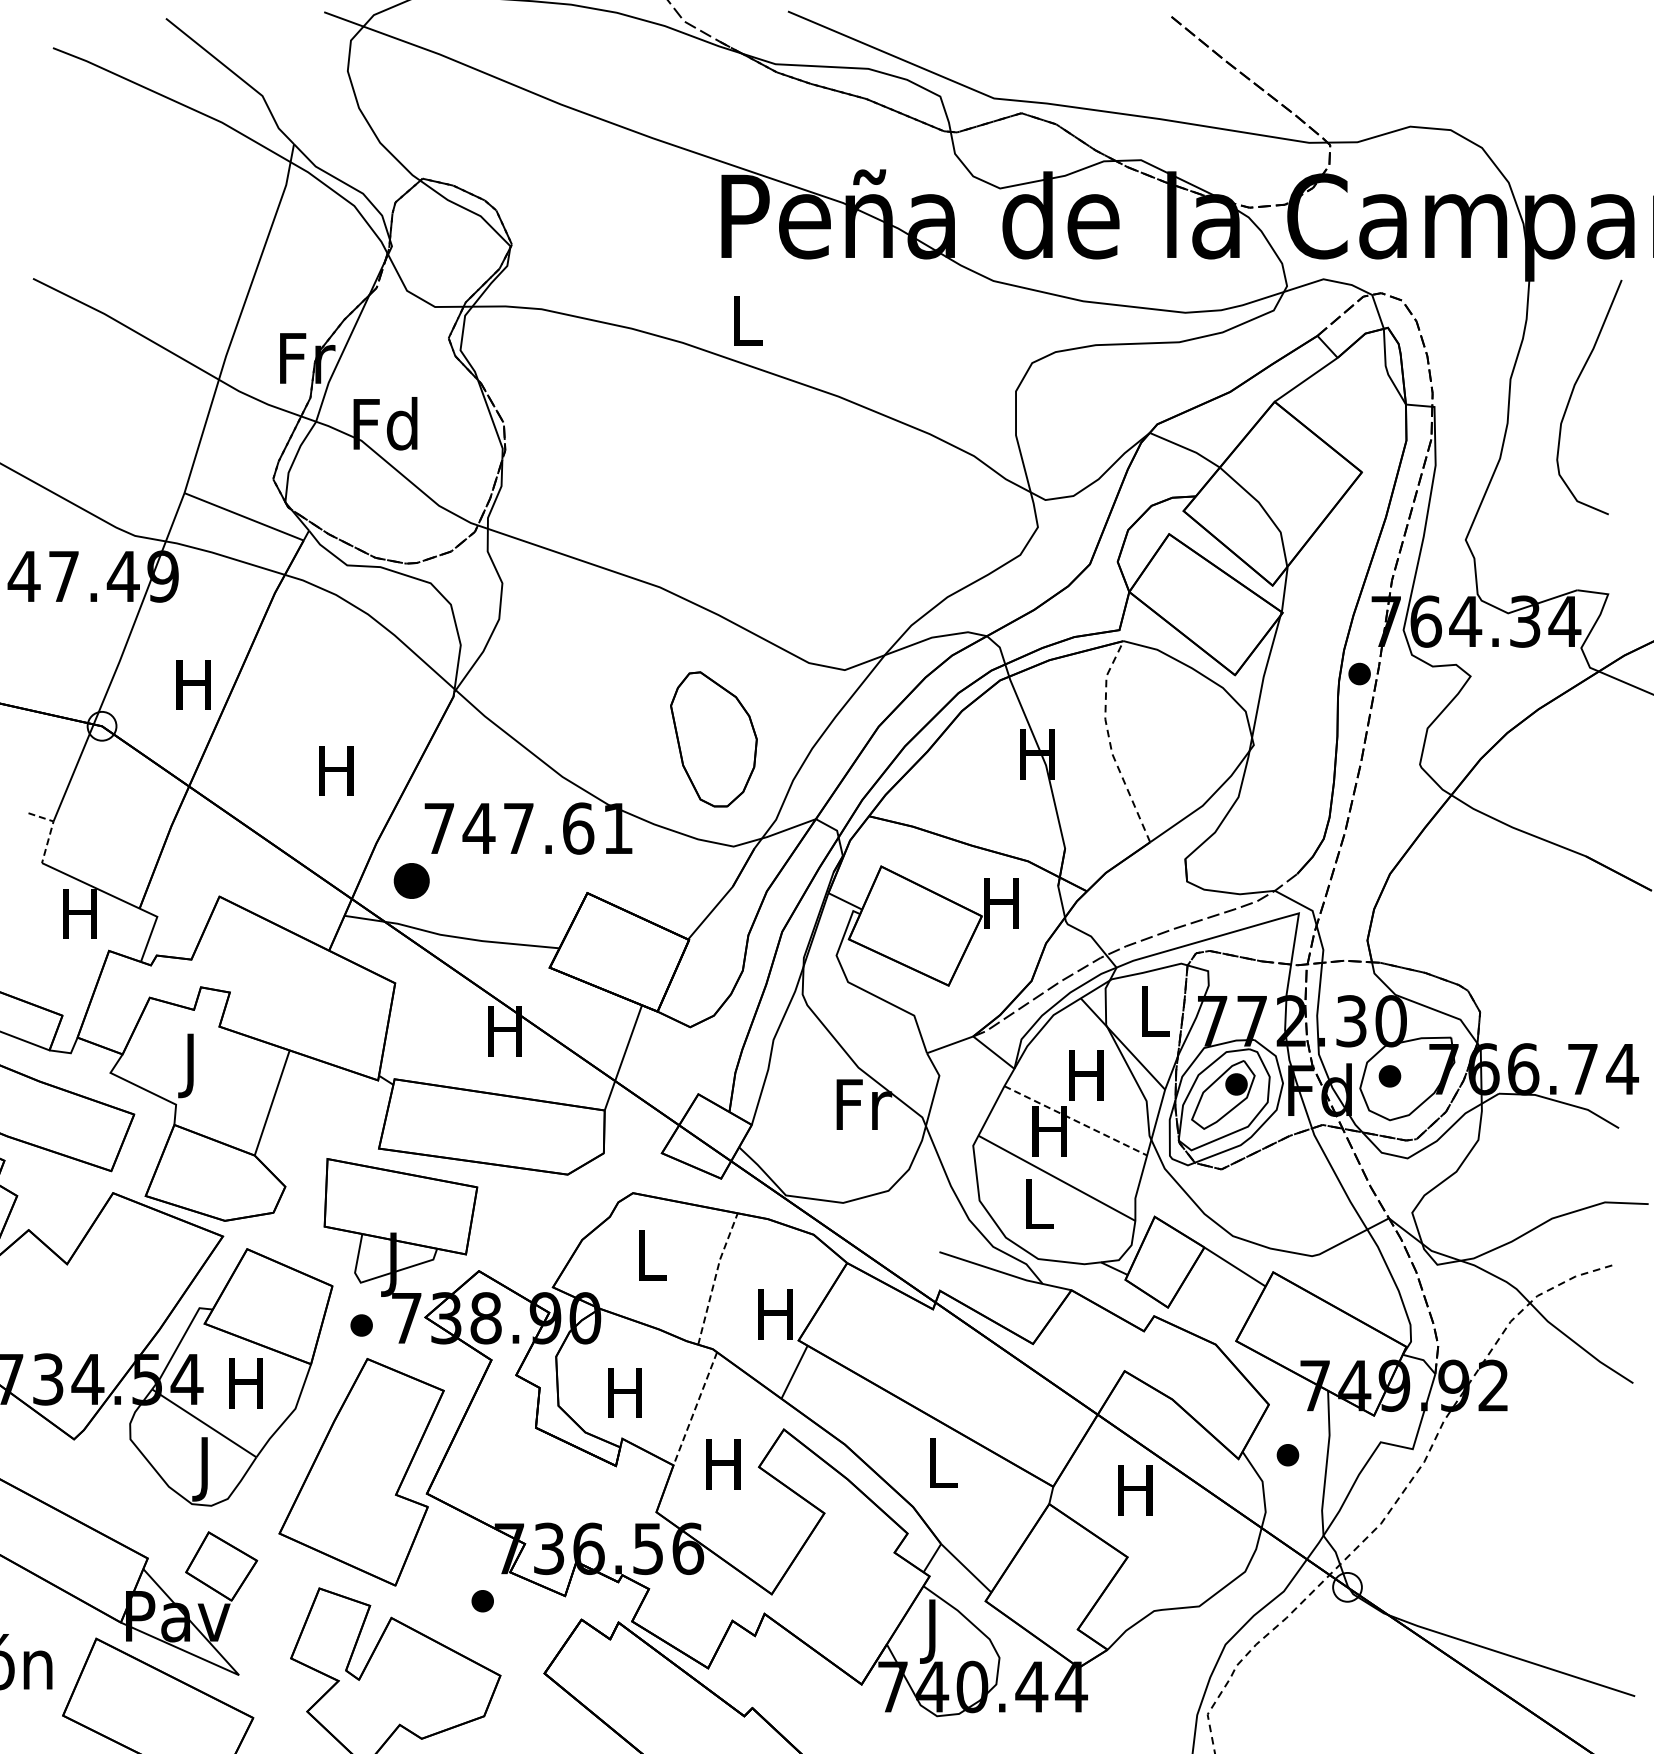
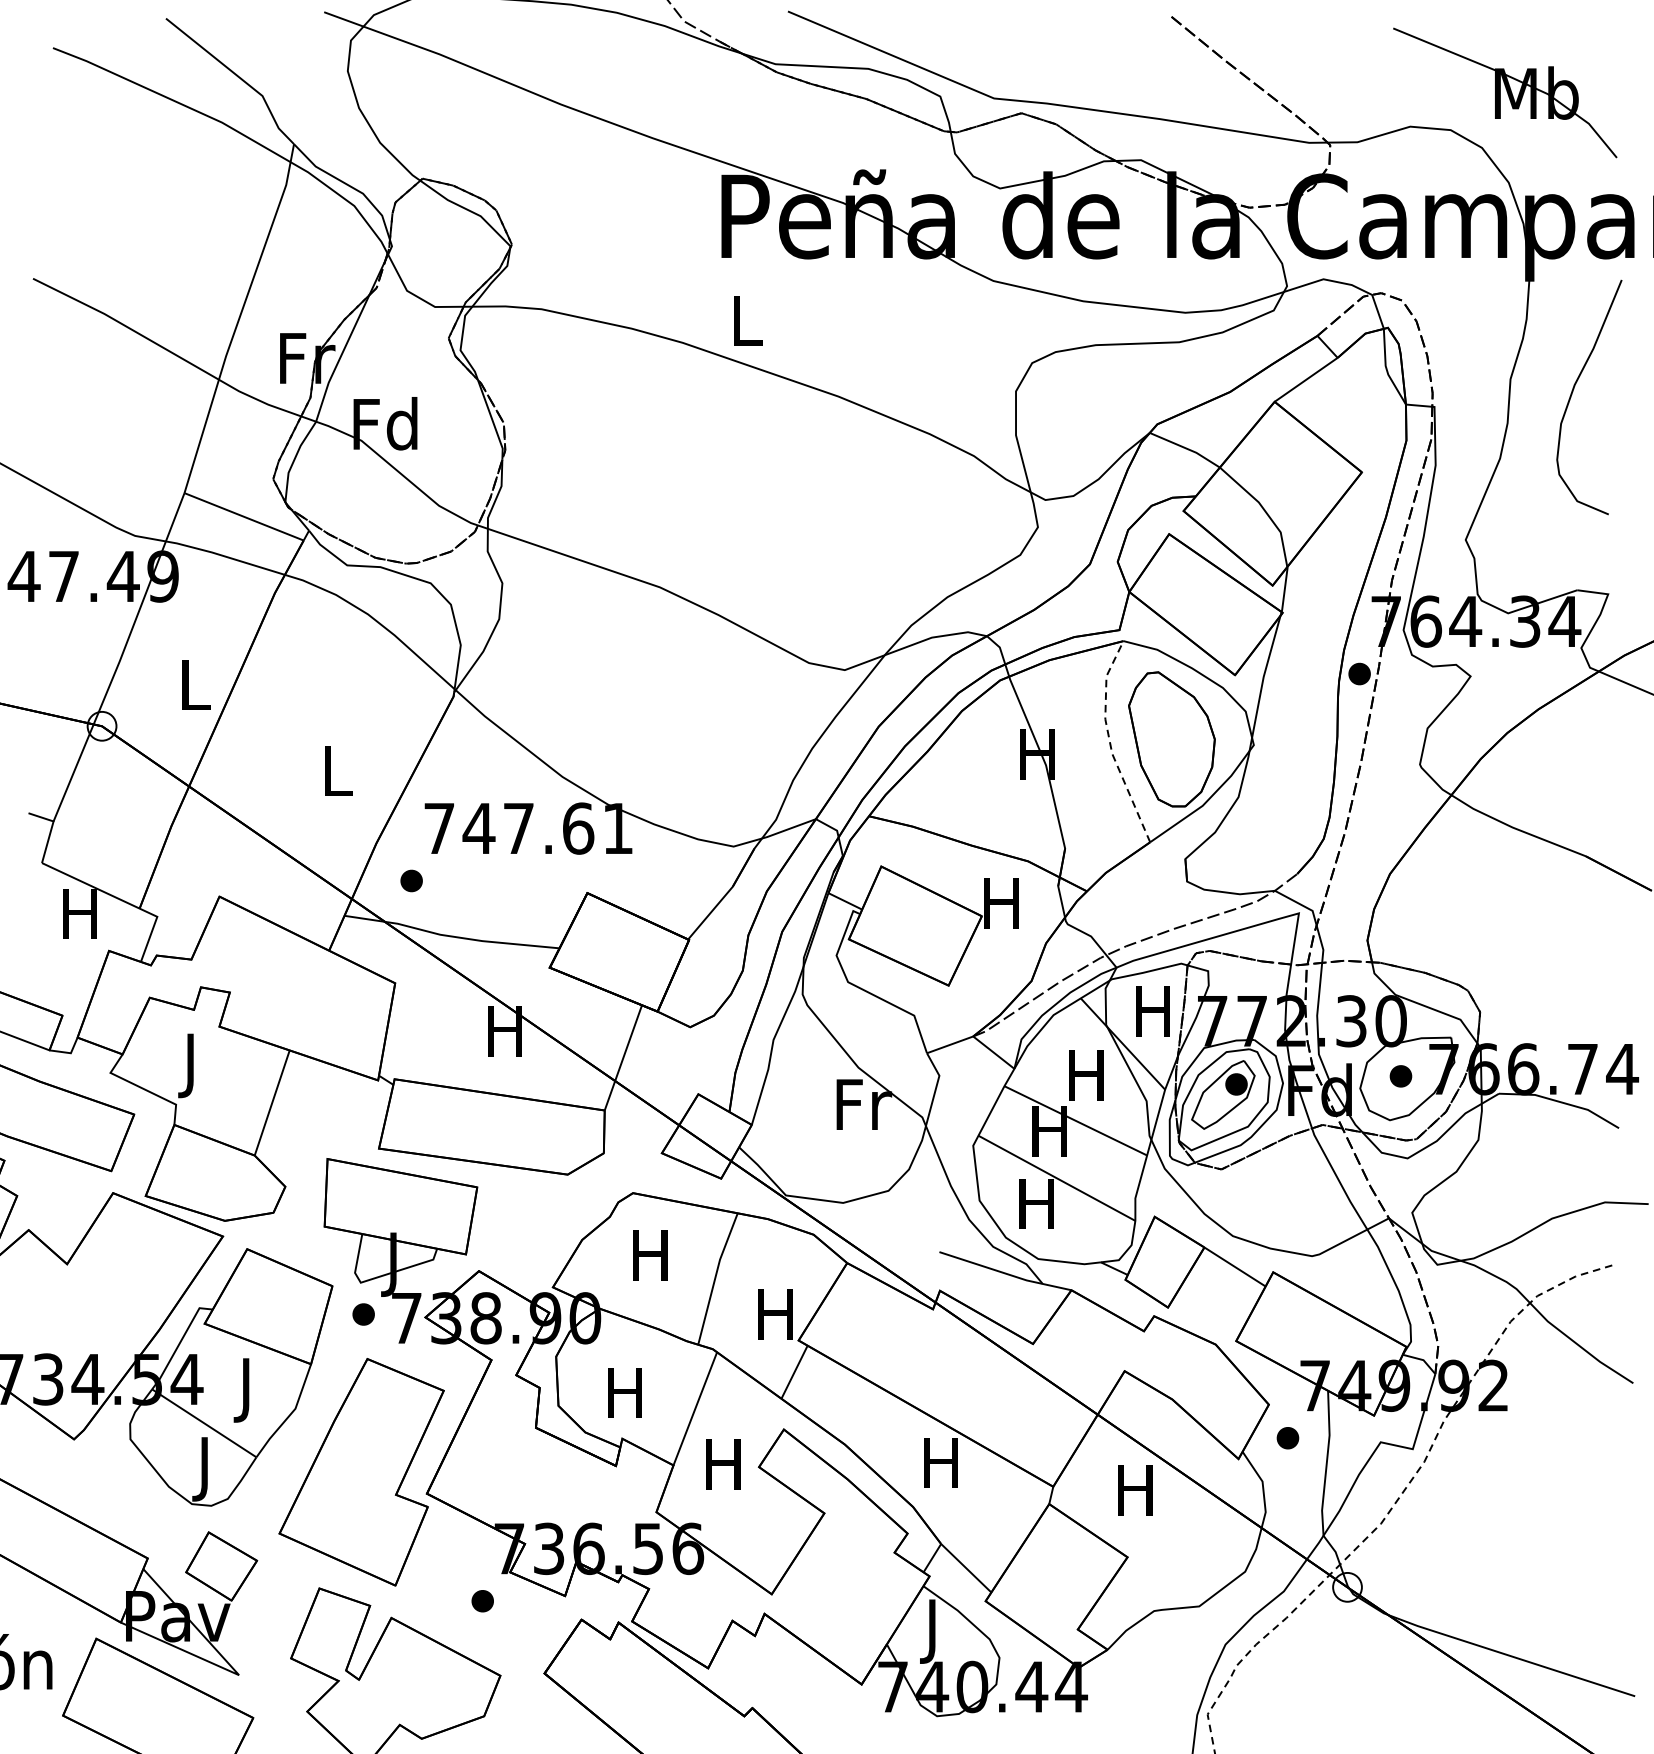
part at (1505, 92): none -> present
text at (193, 684): H -> L
part at (713, 739) position: (713, 739) -> (1171, 739)
text at (336, 770): H -> L
line at (51, 829): dashed -> solid
part at (411, 880) size: 37x36 px -> 23x24 px
text at (1152, 1011): L -> H
part at (1389, 1076) position: (1389, 1076) -> (1400, 1076)
line at (1076, 1121): dashed -> solid
text at (1036, 1203): L -> H
text at (650, 1255): L -> H
line at (715, 1277): dashed -> solid
part at (361, 1325) position: (361, 1325) -> (363, 1314)
text at (245, 1390): H -> J
line at (695, 1408): dashed -> solid
part at (1287, 1455) position: (1287, 1455) -> (1287, 1438)
text at (940, 1462): L -> H
